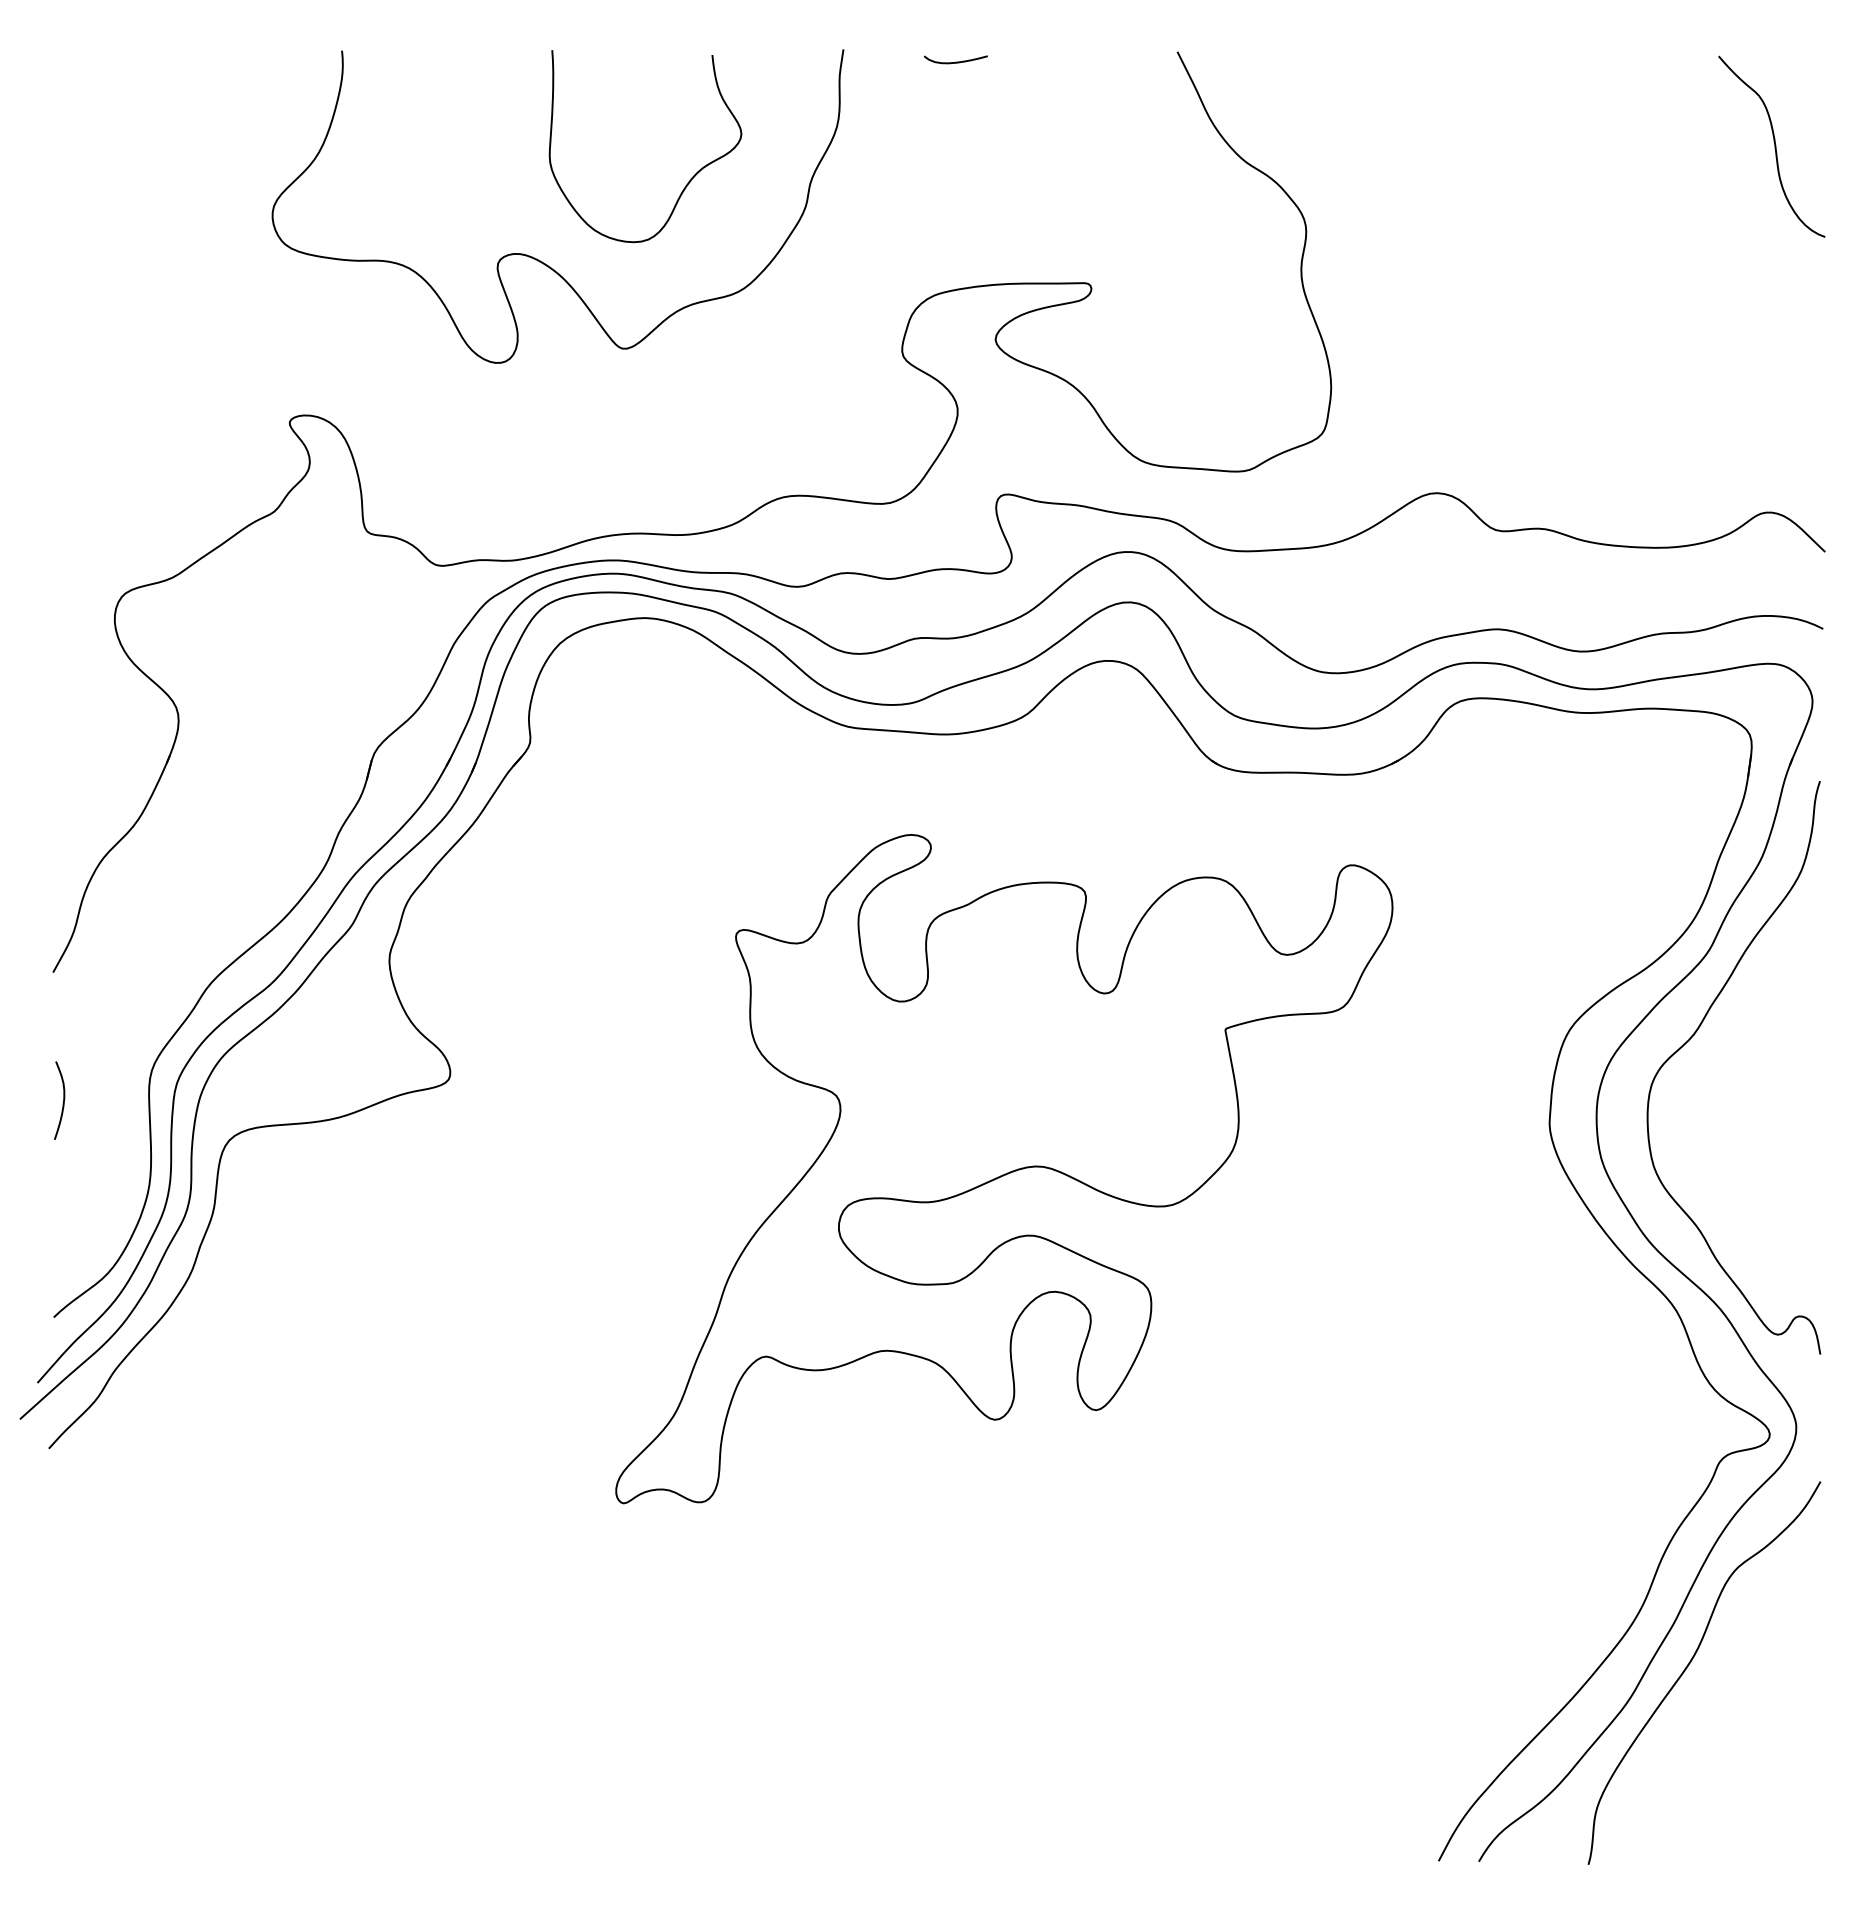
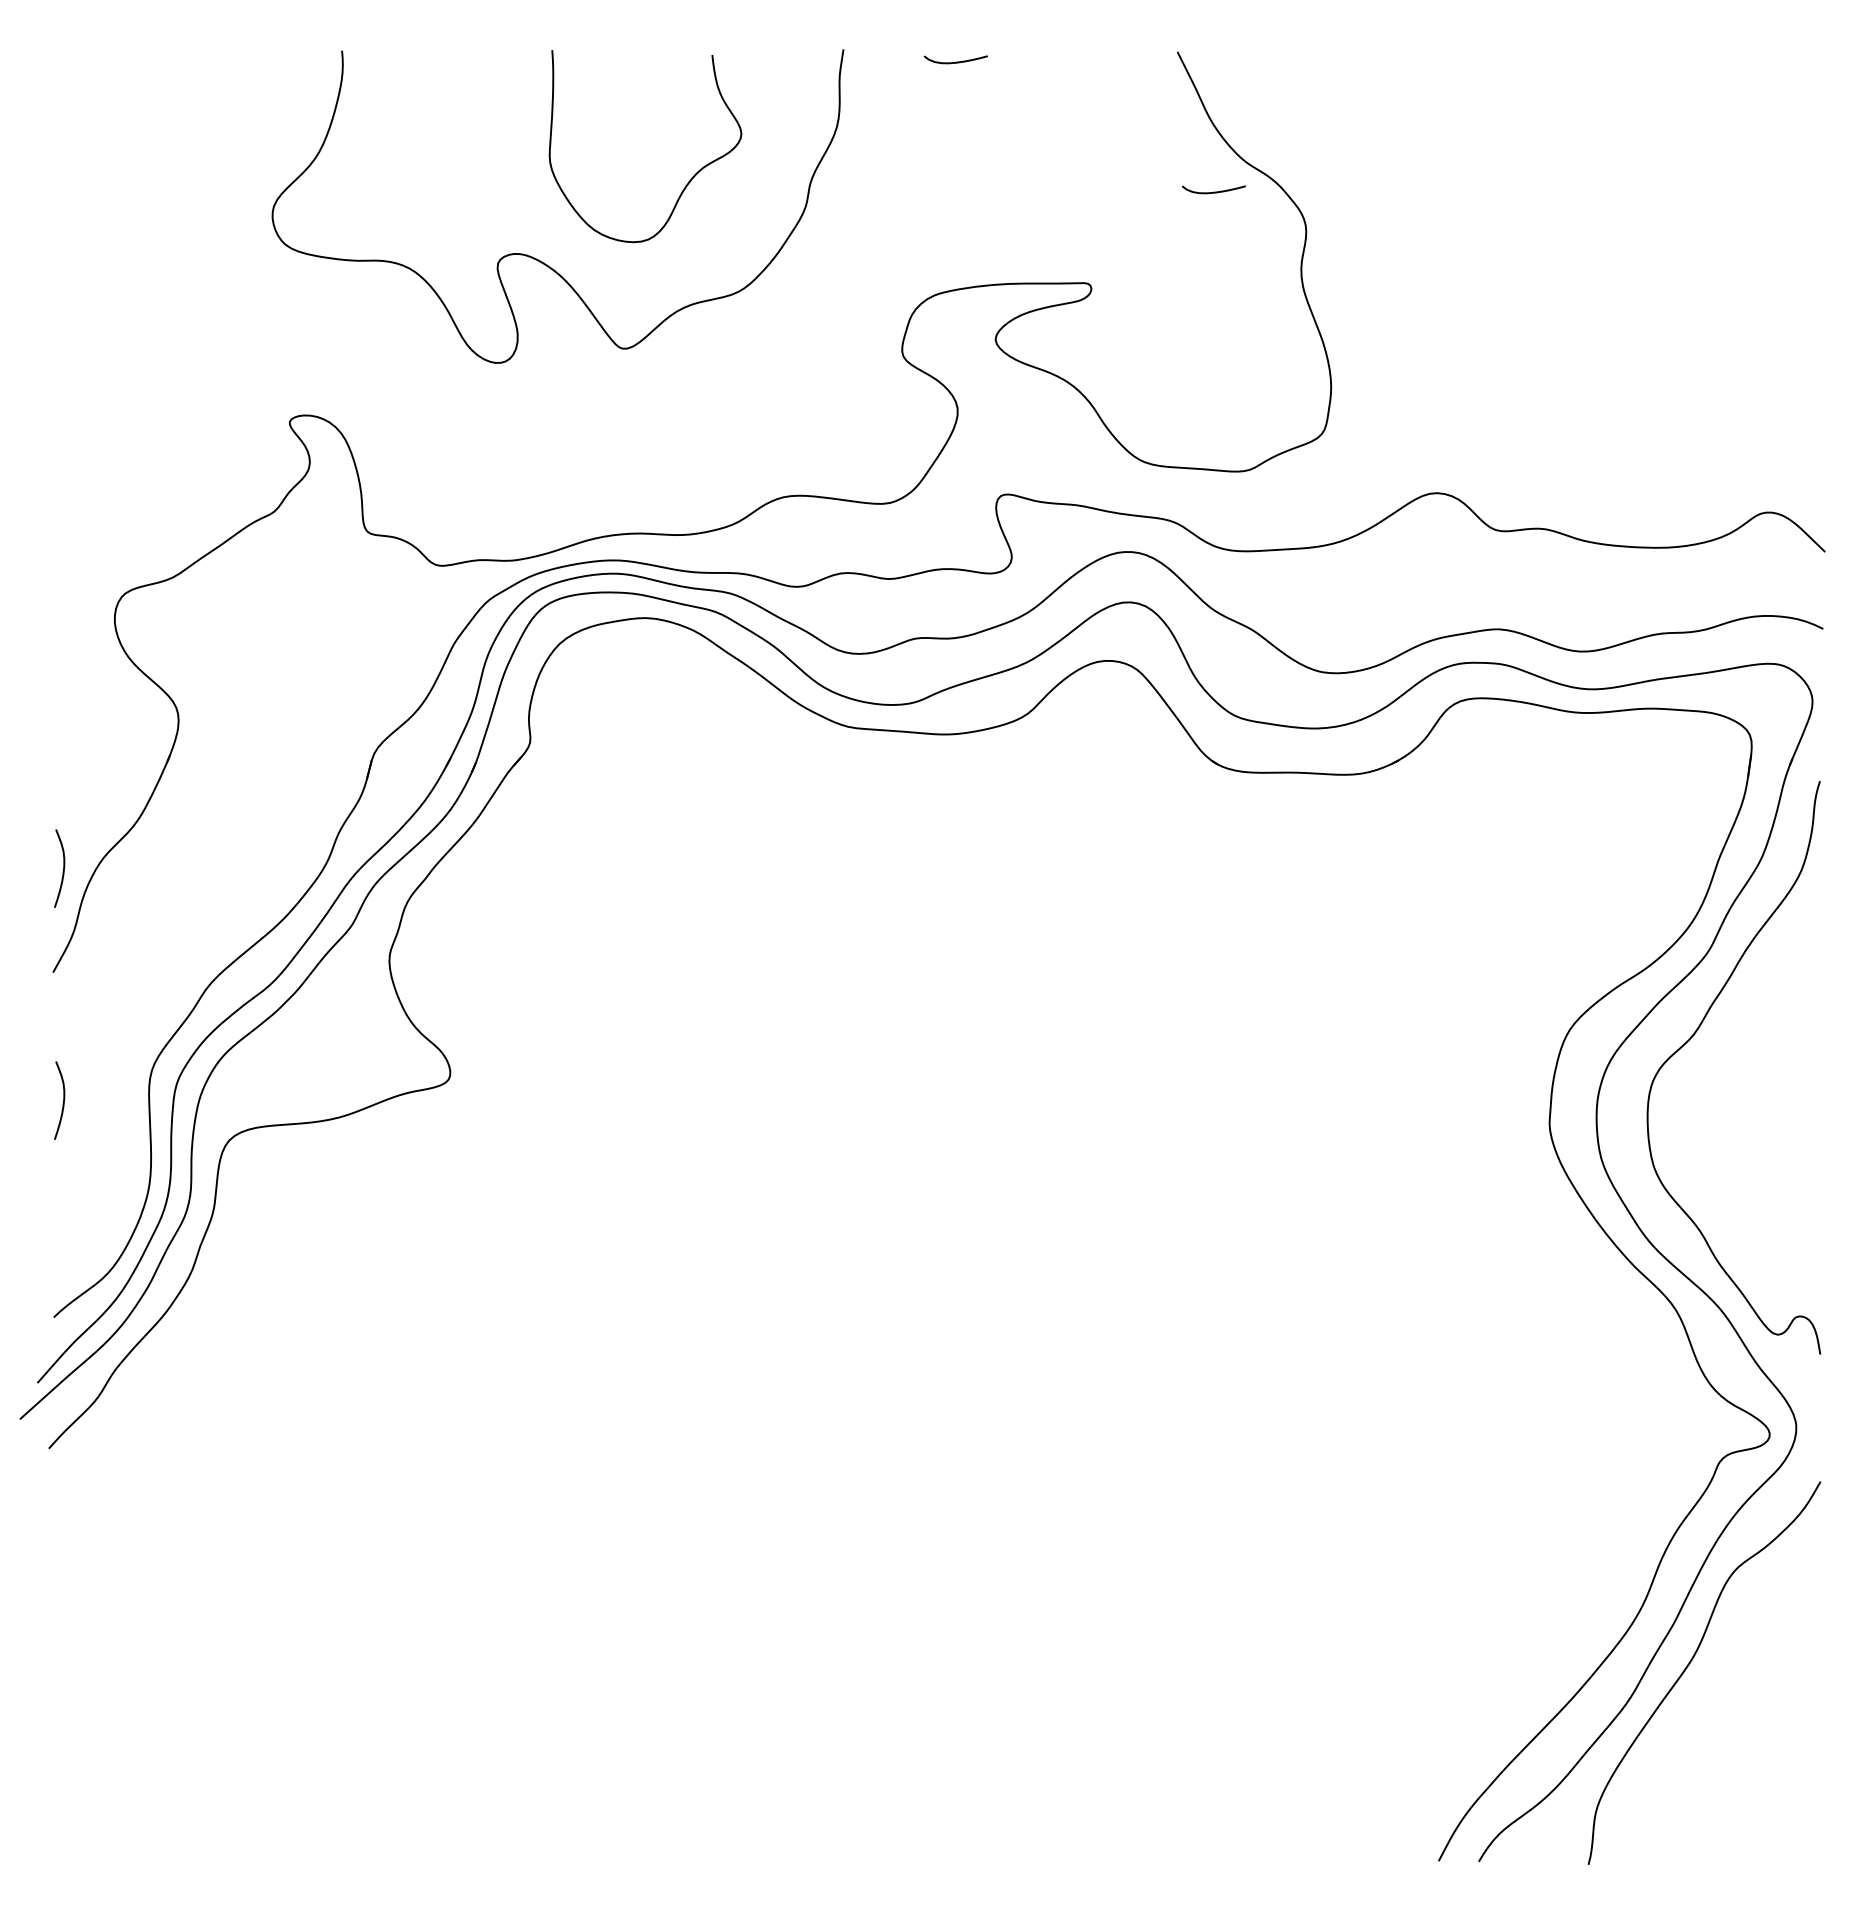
curve at (1774, 146): present -> none
curve at (1213, 191): none -> present
curve at (63, 868): none -> present
part at (1004, 1169): present -> none
